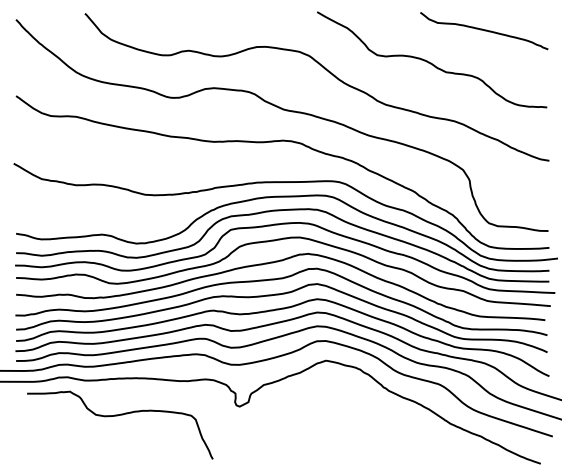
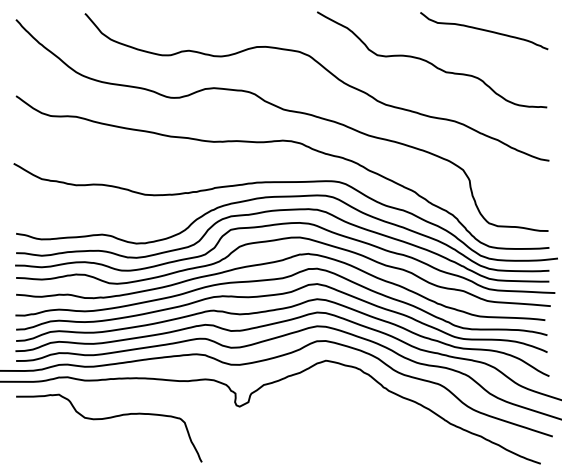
curve at (117, 416) position: (117, 416) -> (106, 419)
